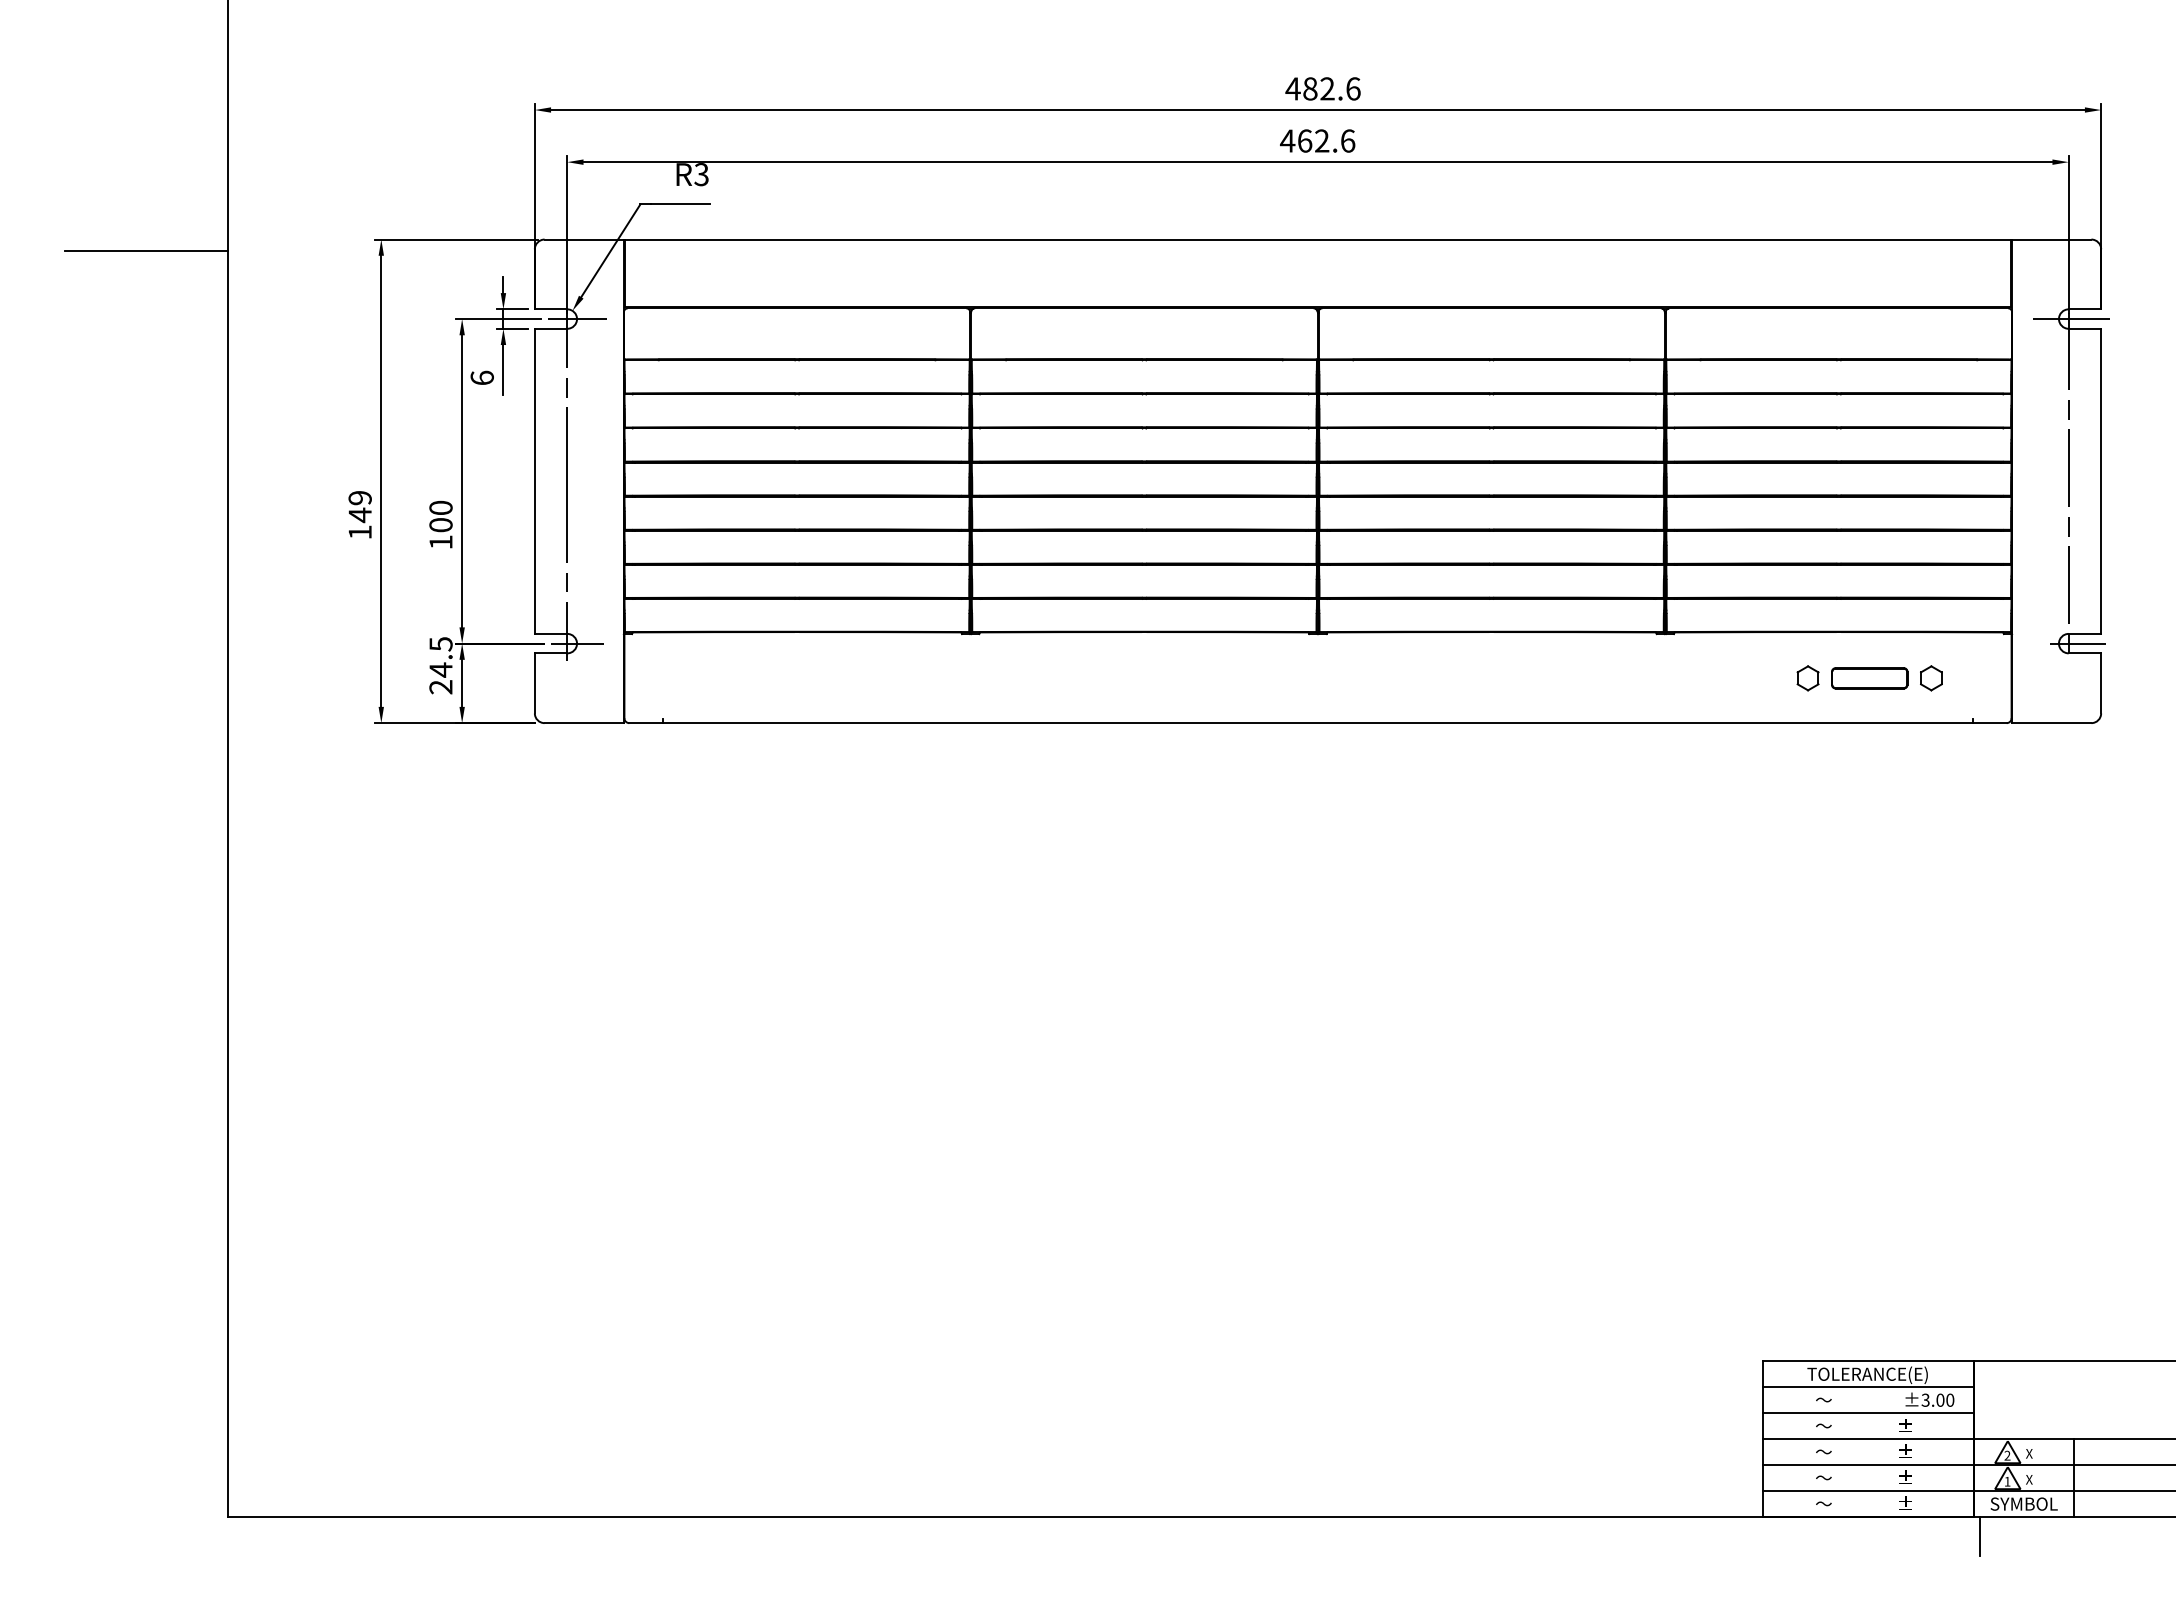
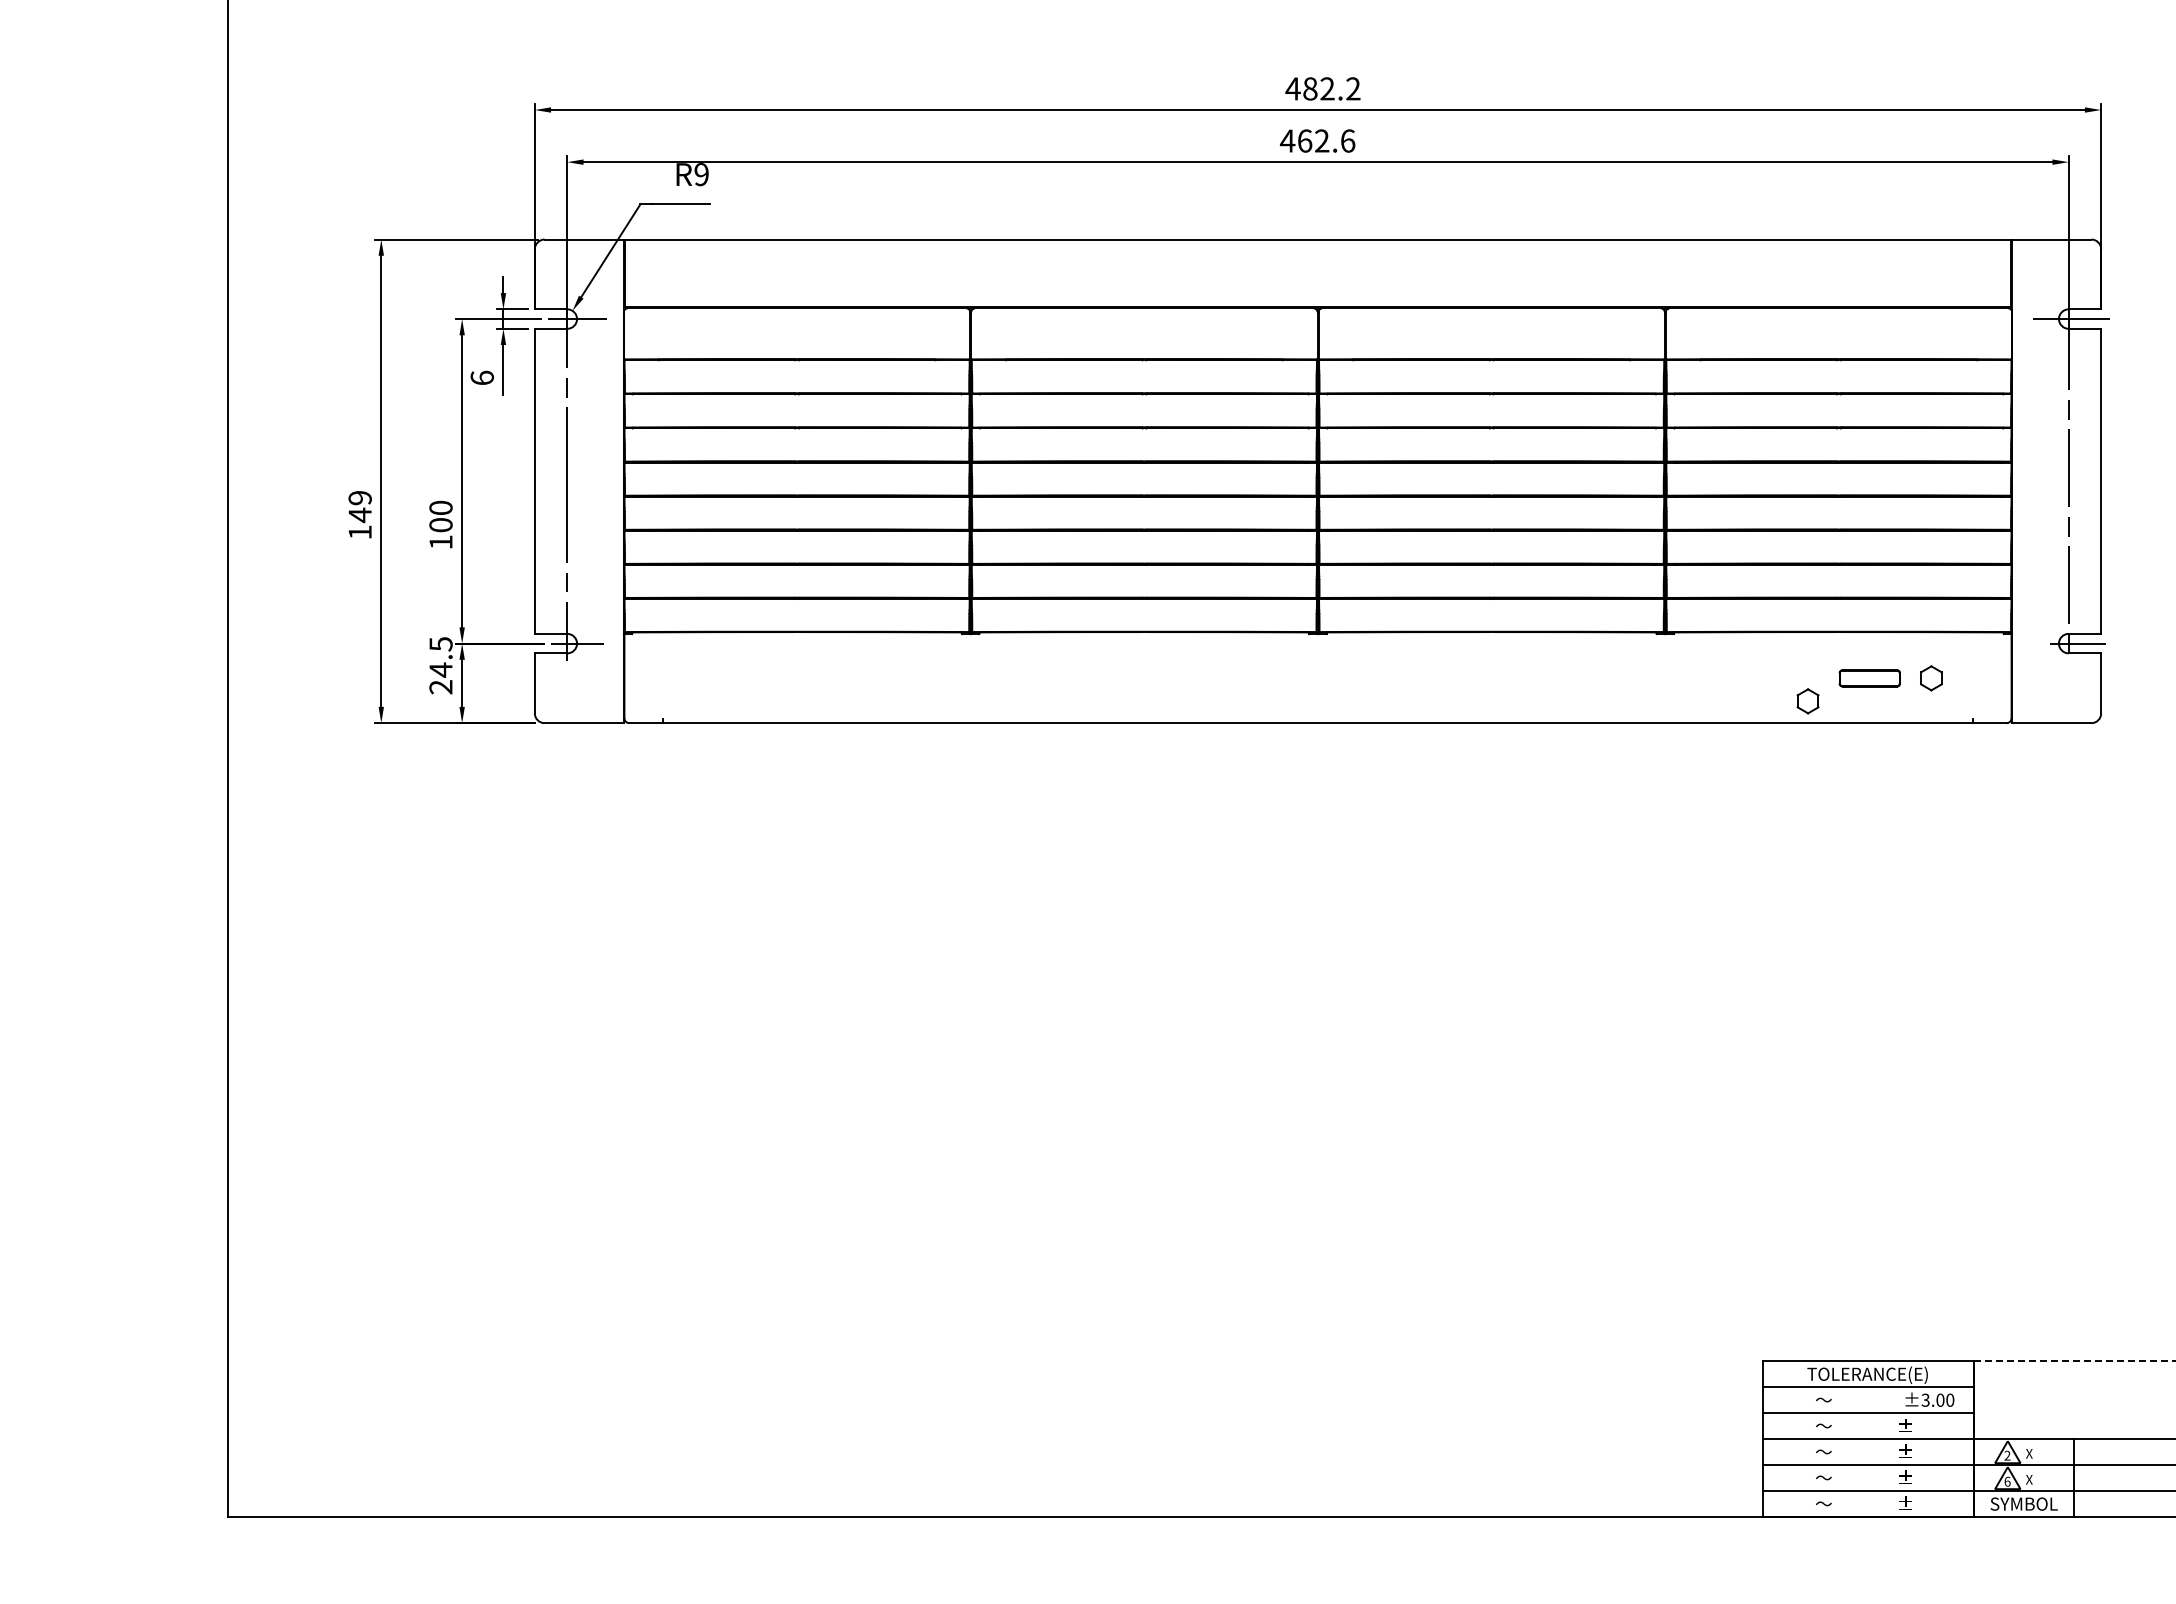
text at (1353, 88): 482.6 -> 482.2
text at (701, 174): R3 -> R9
line at (146, 251): present -> none
part at (1807, 678) position: (1807, 678) -> (1807, 701)
part at (1869, 678) size: 78x23 px -> 63x19 px
line at (2074, 1361): solid -> dashed
text at (2007, 1481): 1 -> 6
line at (1980, 1536): present -> none
